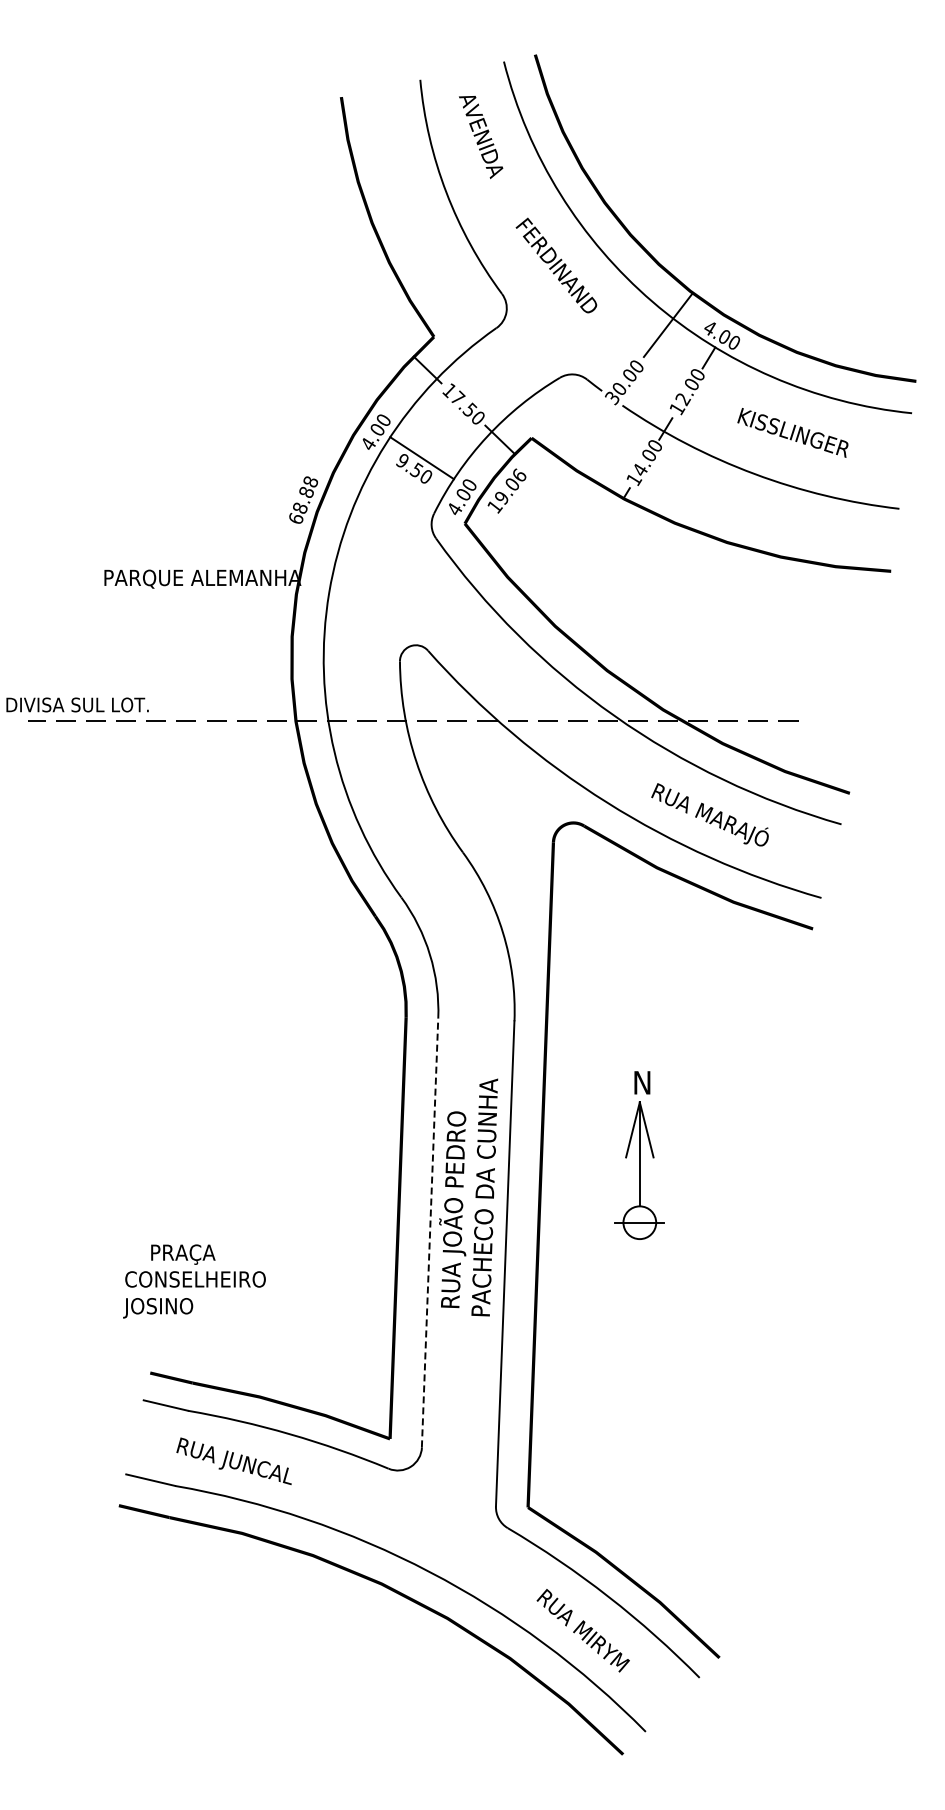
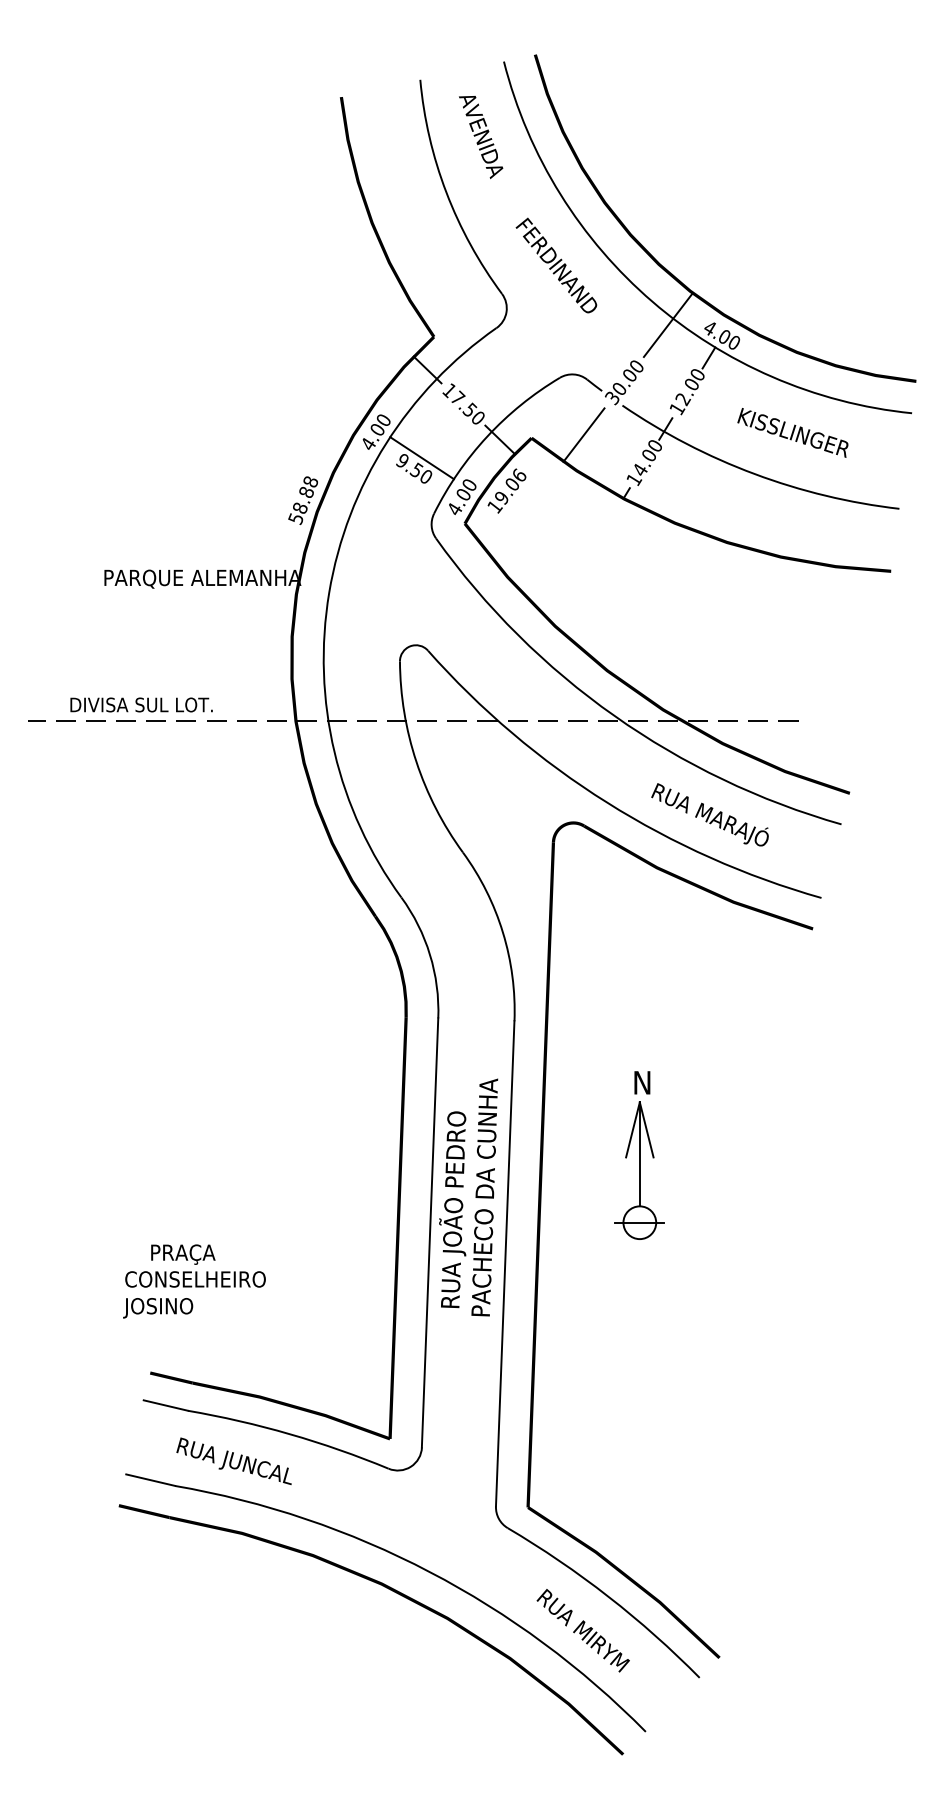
line at (583, 434): none -> present
text at (295, 518): 68.88 -> 58.88
text at (77, 704) position: (77, 704) -> (141, 704)
line at (430, 1232): dashed -> solid
